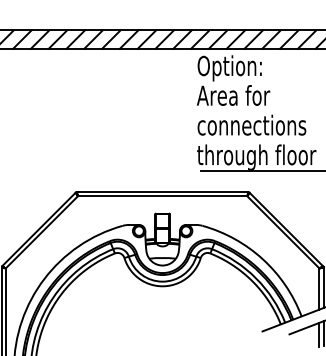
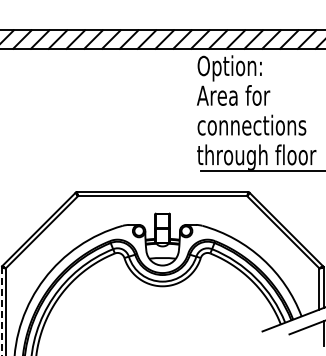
line at (1, 311): solid -> dashed
line at (319, 334): present -> none
